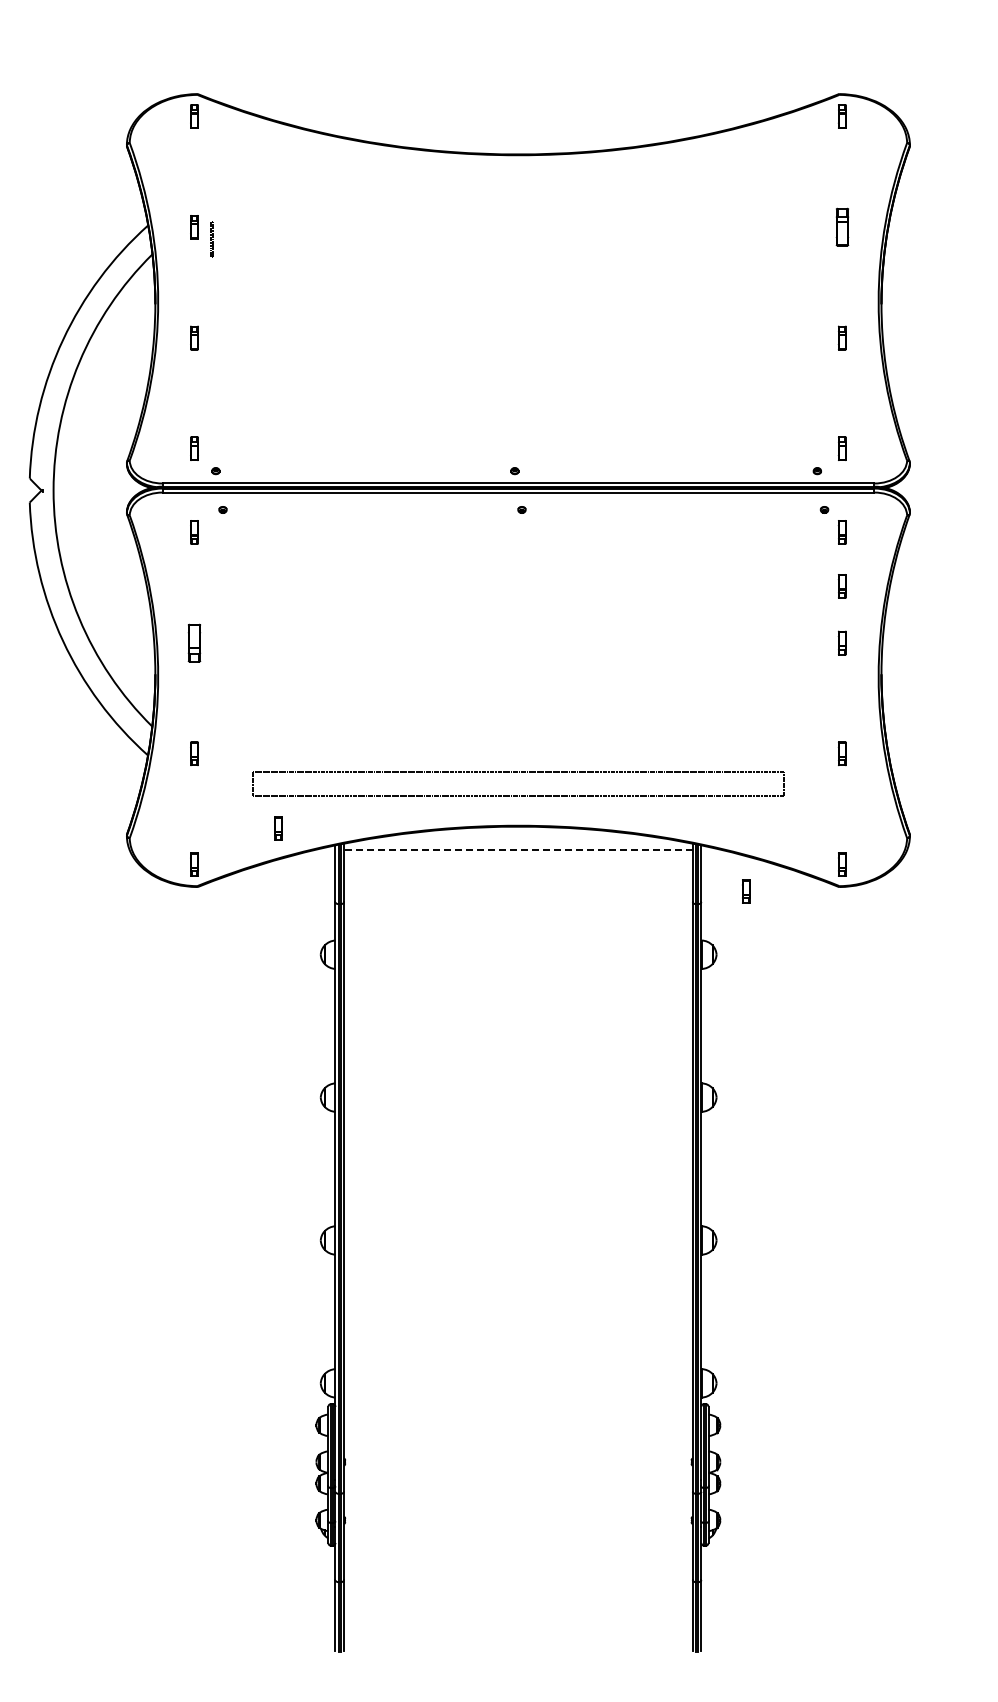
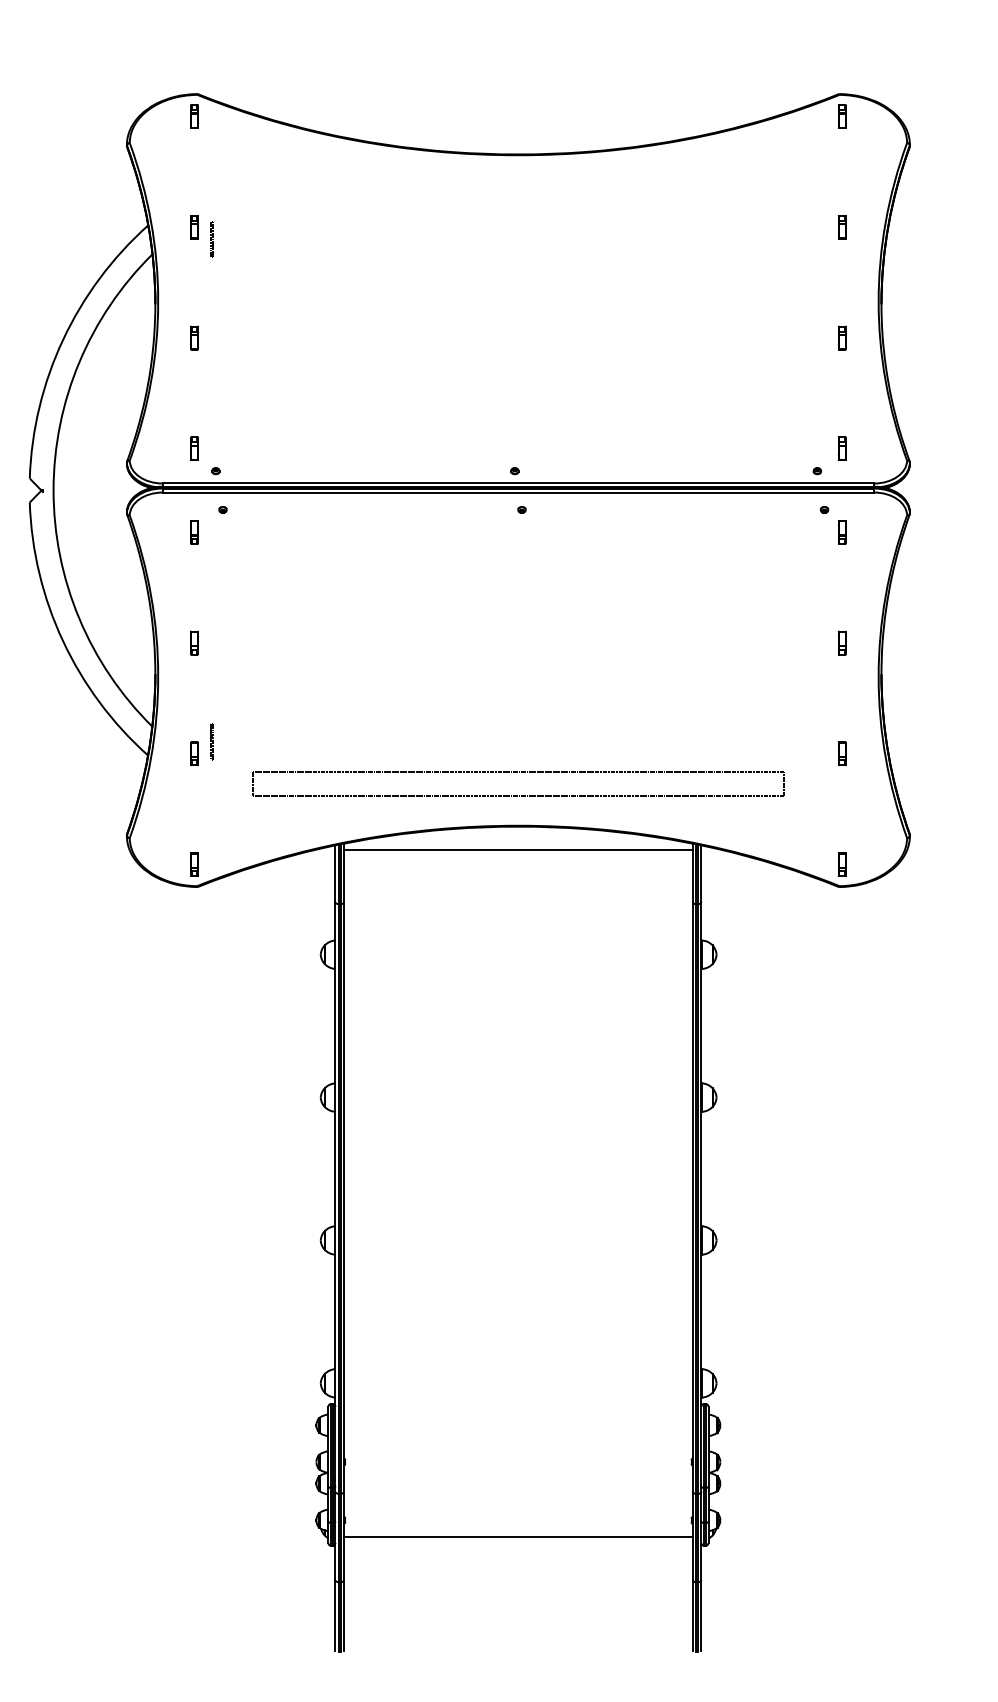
part at (842, 226) size: 15x40 px -> 10x25 px
part at (841, 586): present -> none
part at (194, 642) size: 15x40 px -> 9x26 px
line at (211, 741): none -> present
part at (278, 828): present -> none
line at (517, 850): dashed -> solid
part at (746, 891): present -> none
line at (518, 1537): none -> present
